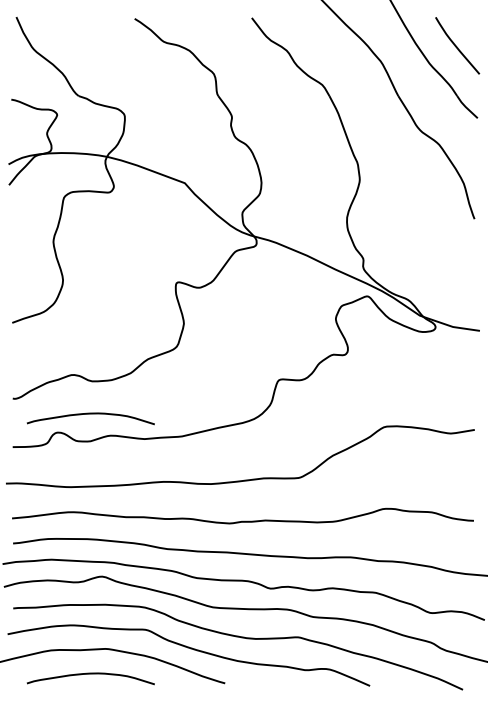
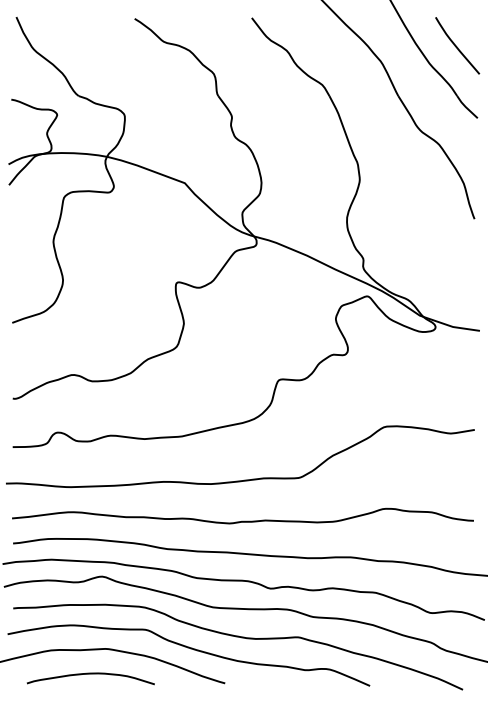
curve at (90, 414): present -> none
